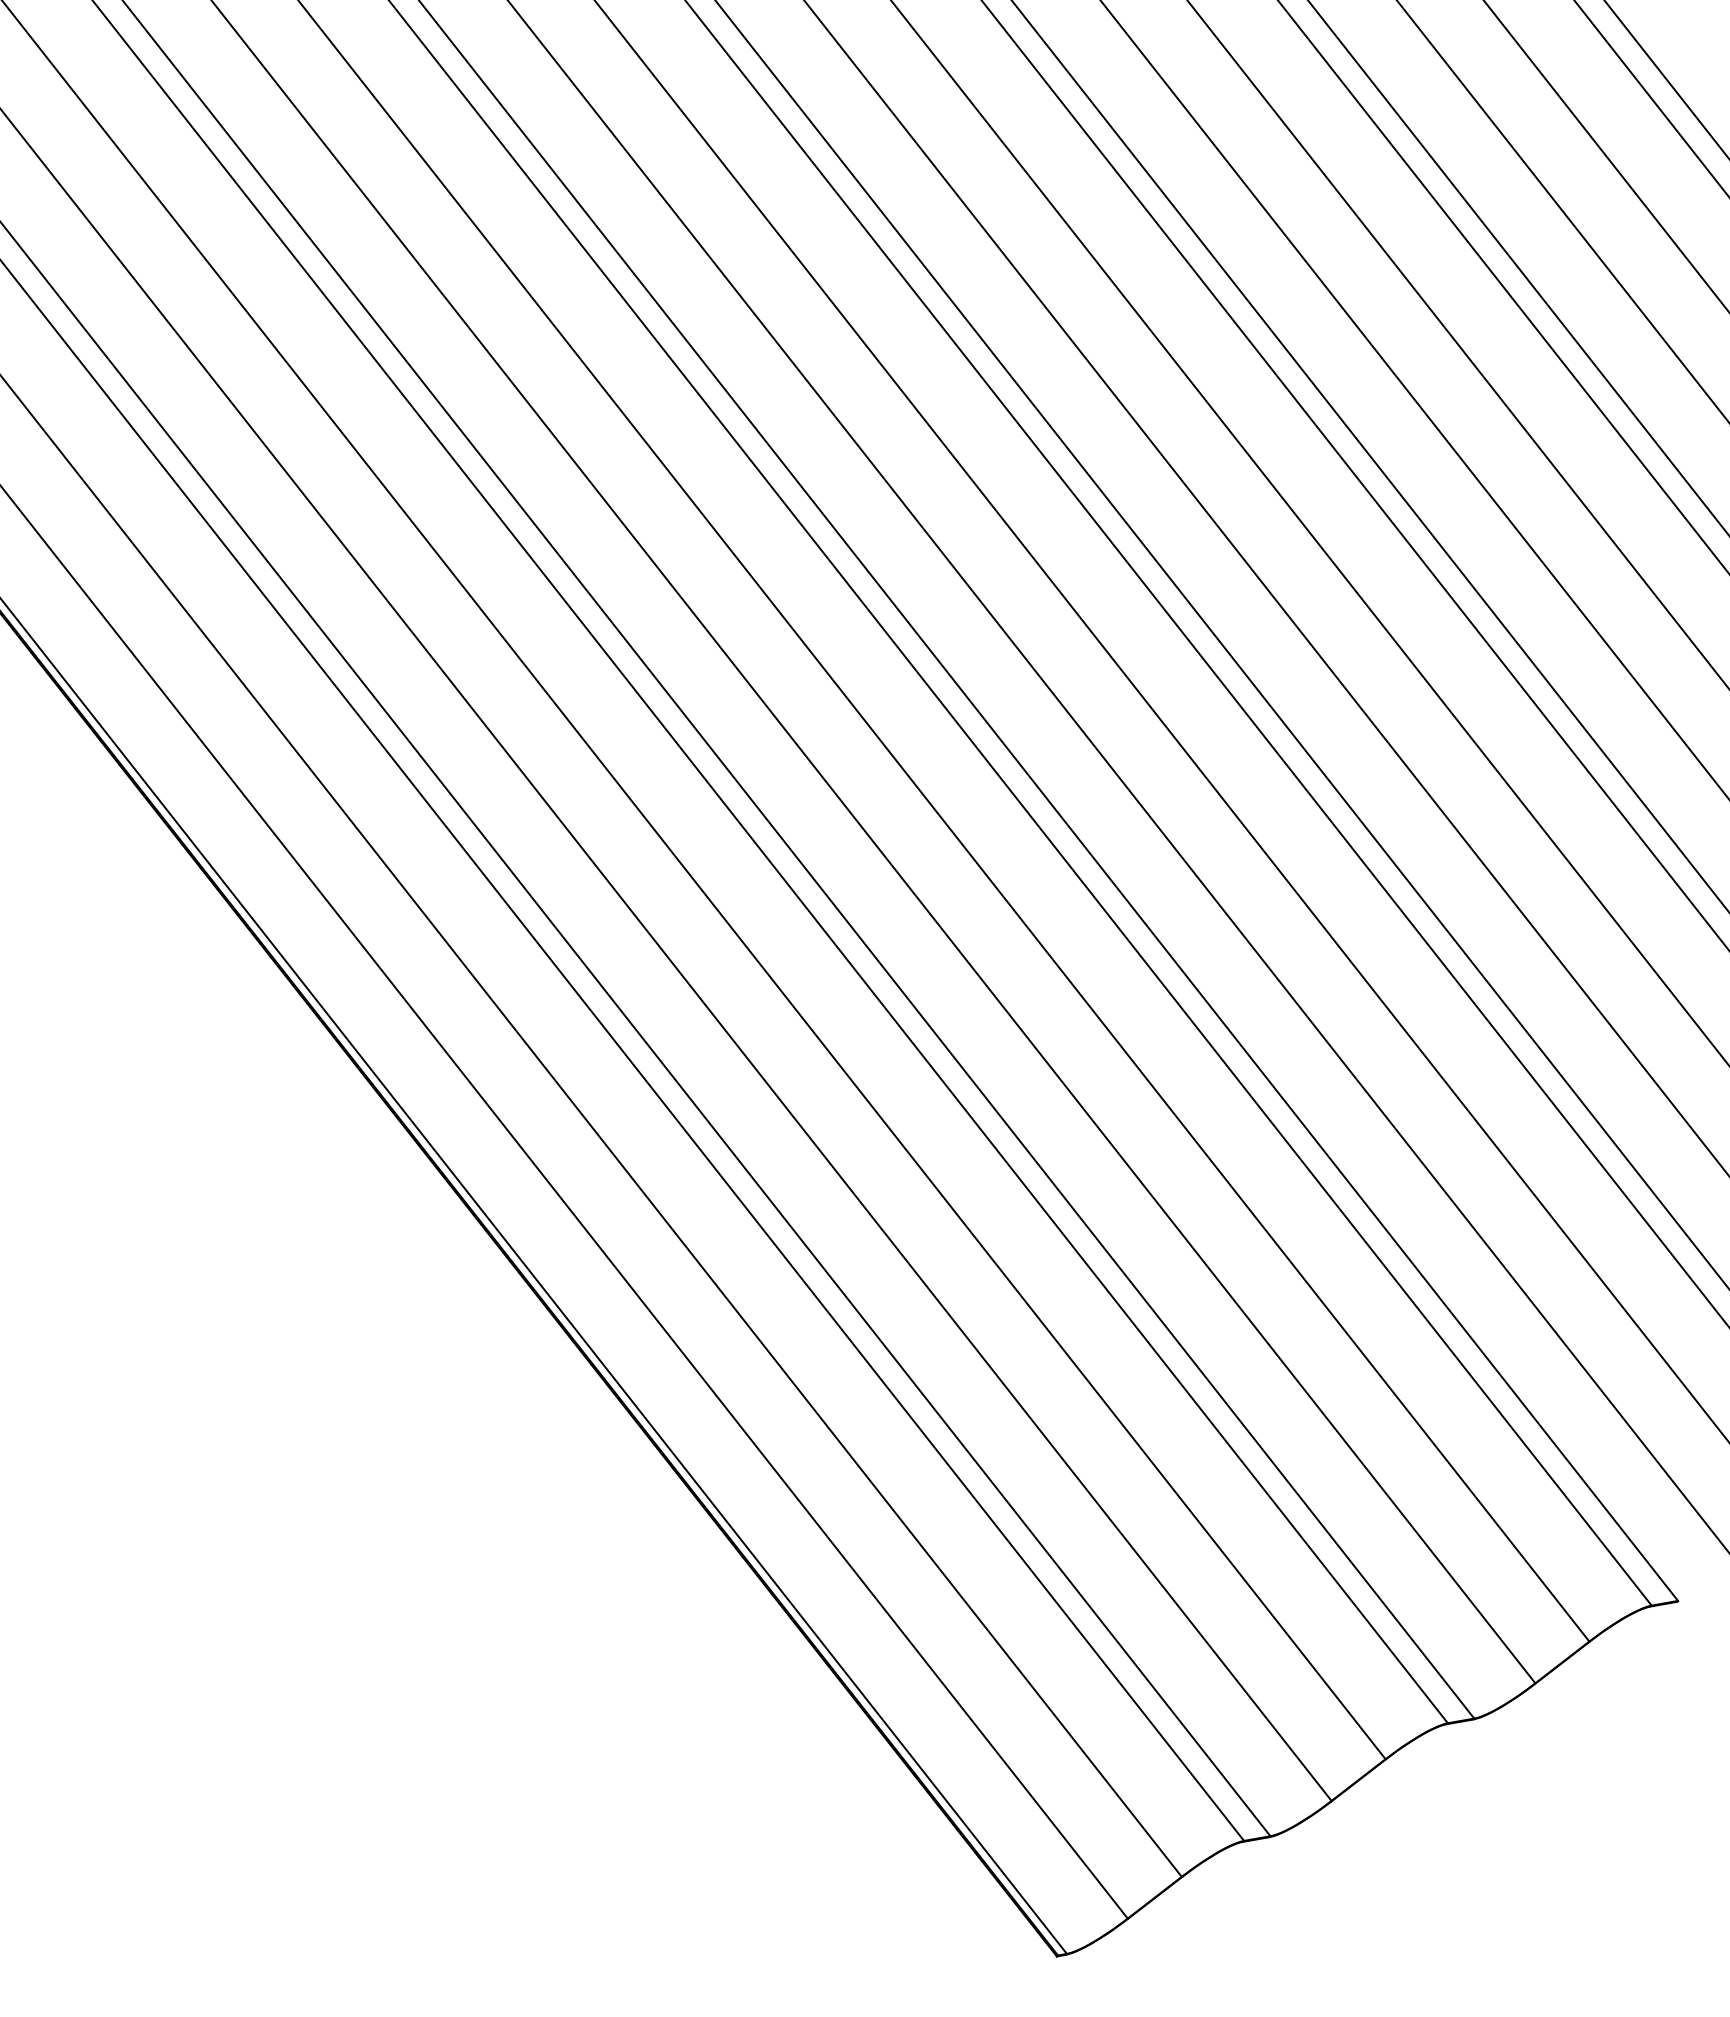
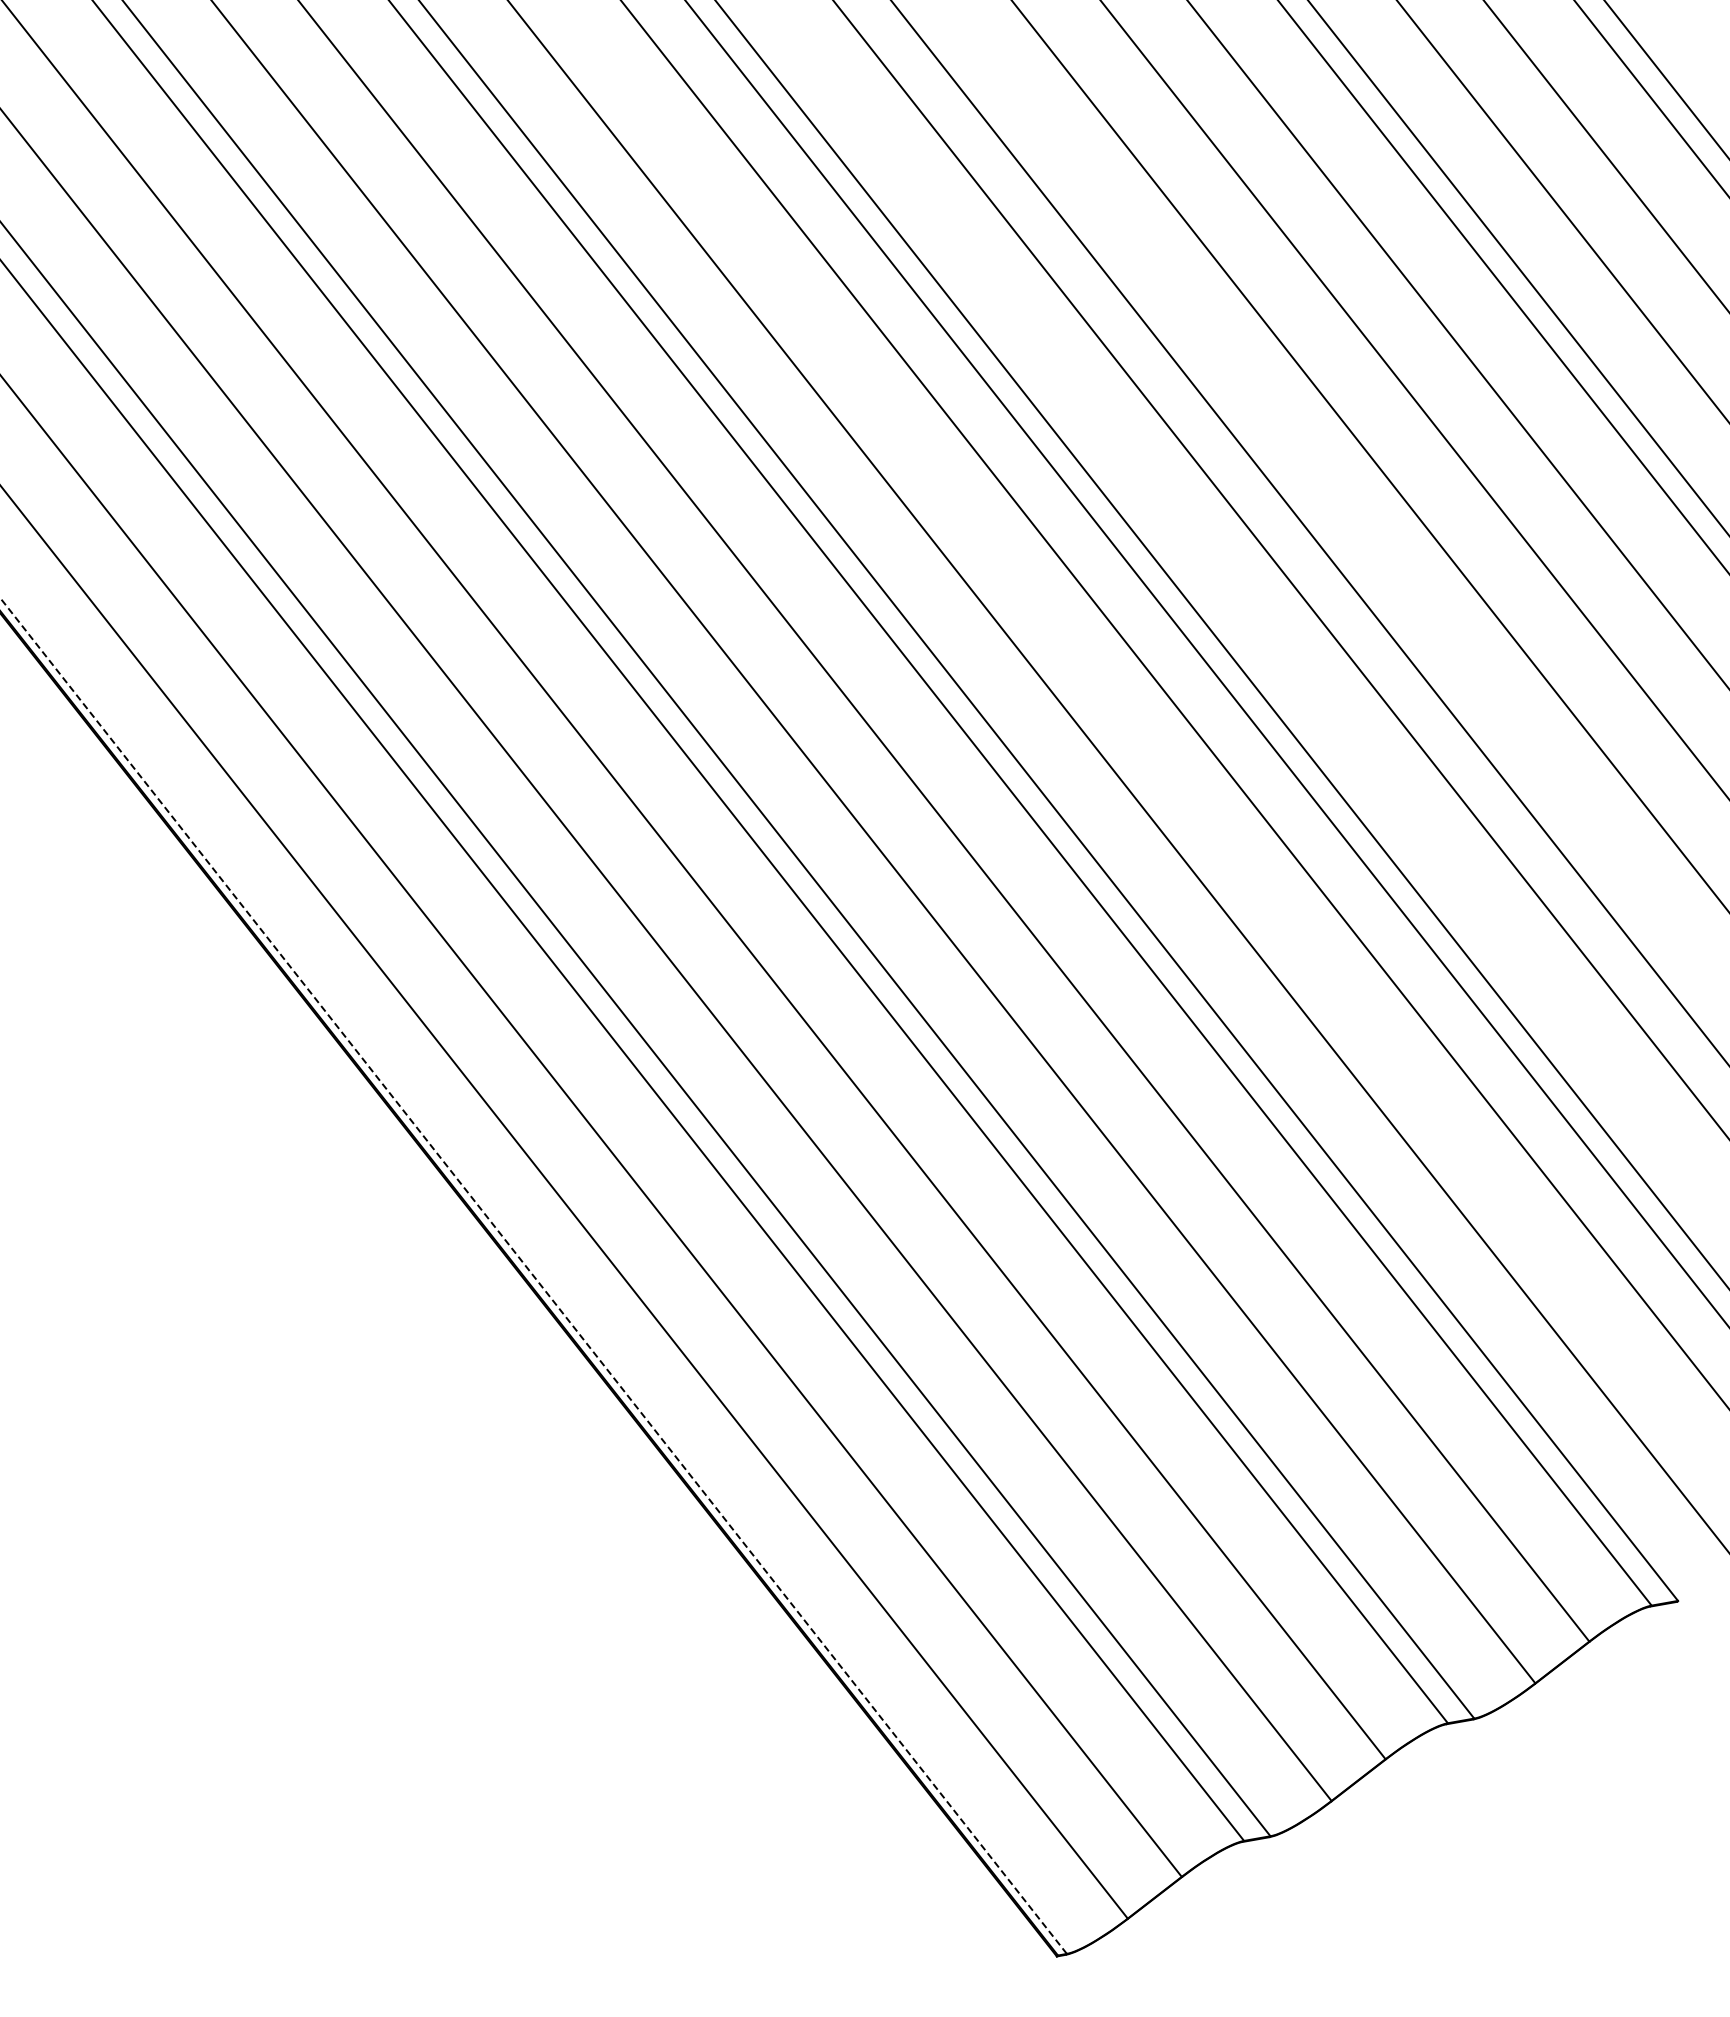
line at (1354, 474): present -> none
line at (1265, 587) position: (1265, 587) -> (1280, 569)
line at (1161, 720) position: (1161, 720) -> (1174, 704)
line at (533, 1275): solid -> dashed
